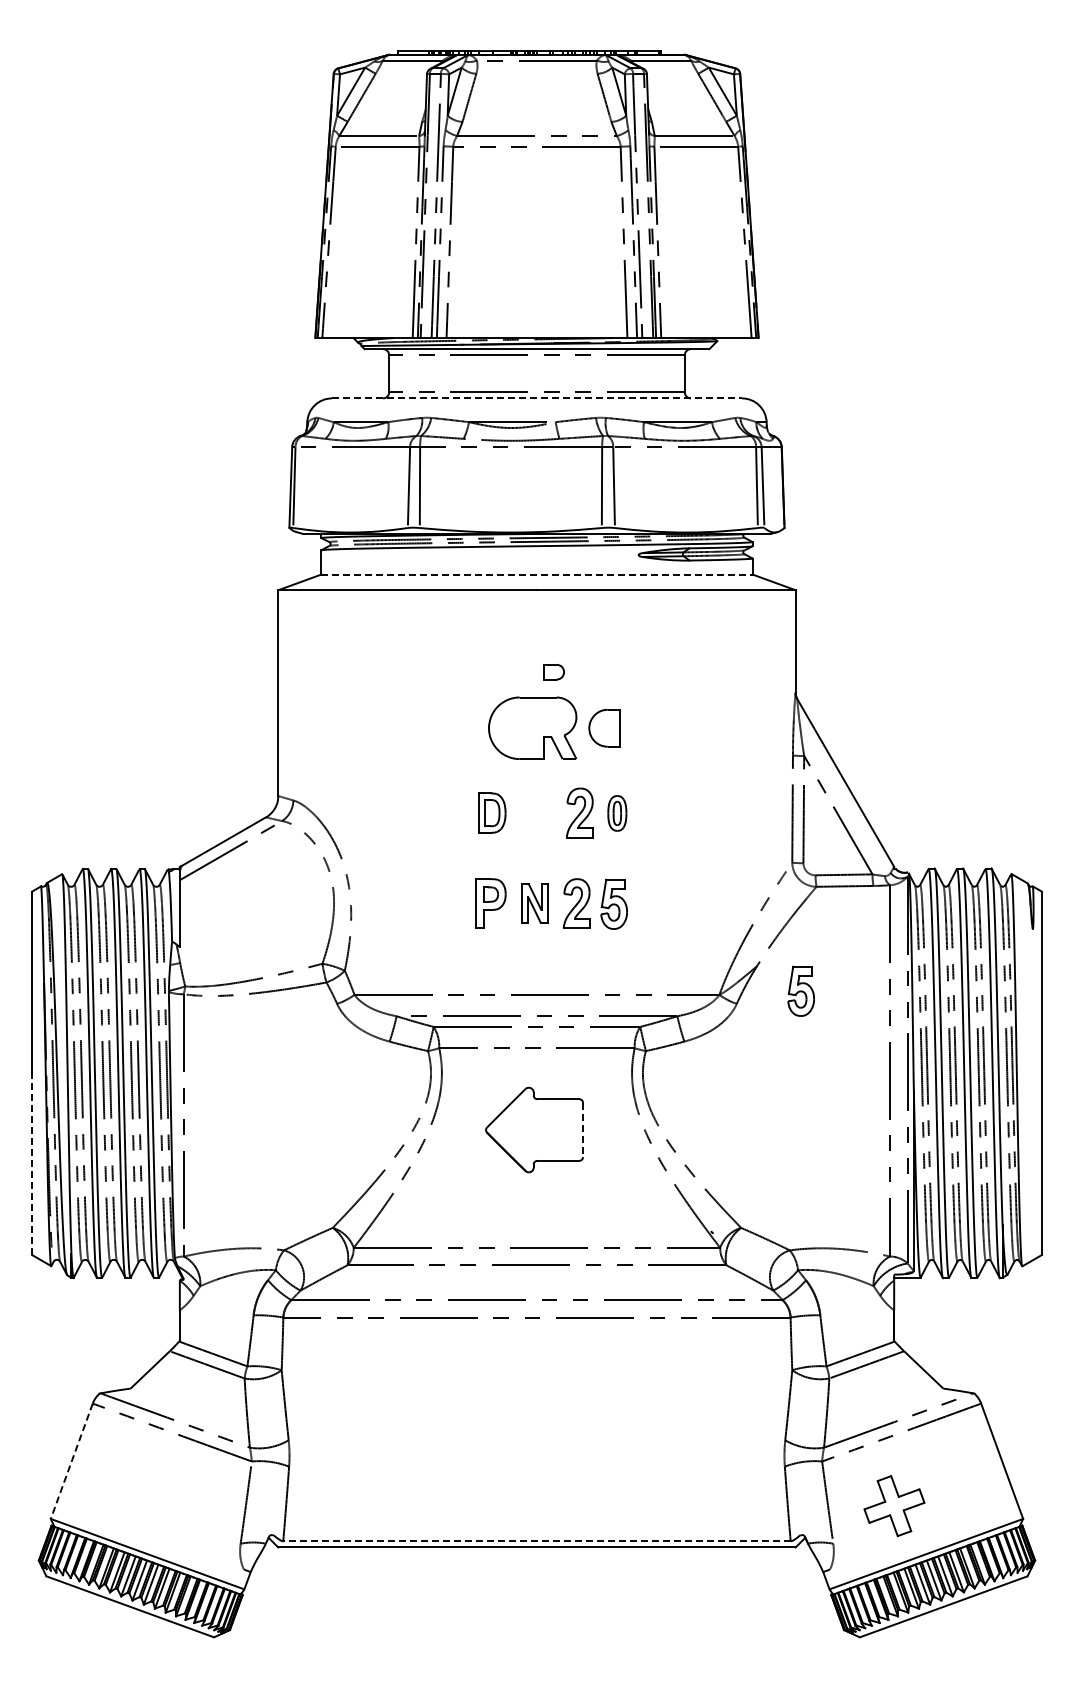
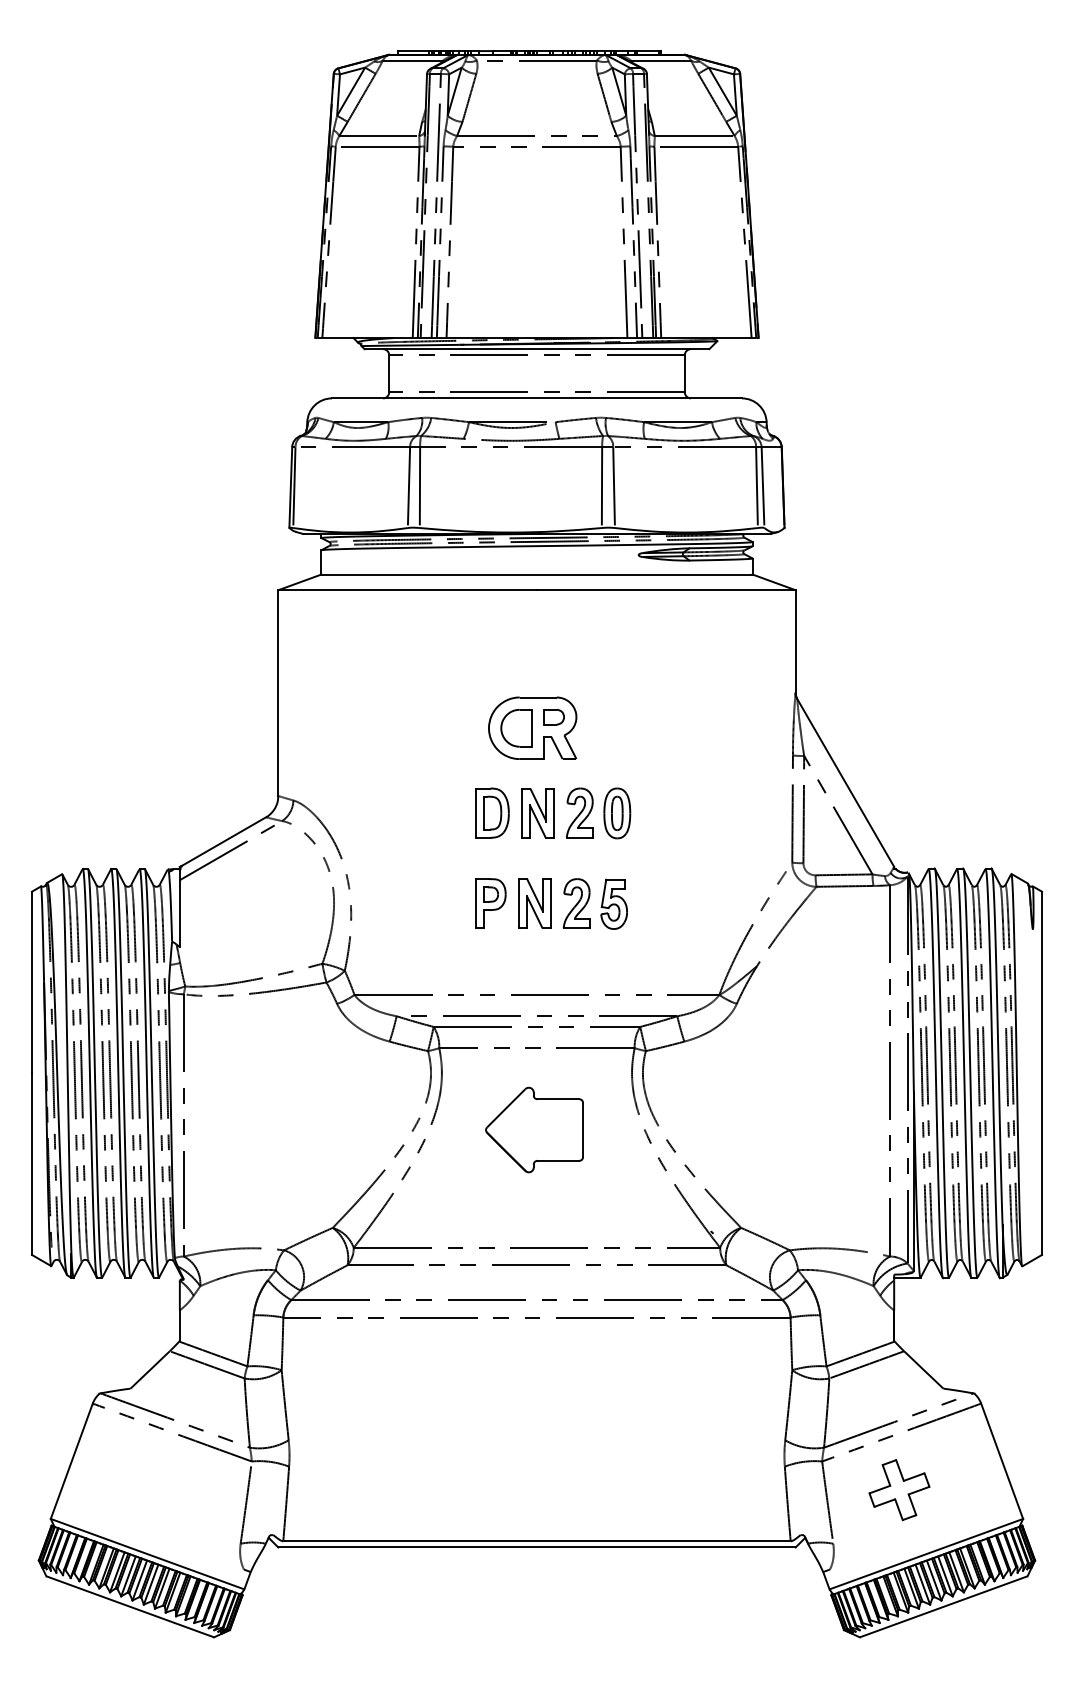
line at (537, 398): dashed -> solid
line at (537, 574): dashed -> solid
part at (553, 672) position: (553, 672) -> (553, 717)
part at (604, 728) position: (604, 728) -> (516, 728)
part at (492, 812) size: 29x42 px -> 35x52 px
part at (537, 813): none -> present
part at (617, 813) size: 21x37 px -> 29x53 px
part at (534, 903) size: 28x41 px -> 34x51 px
part at (800, 990): present -> none
line at (583, 1130): dashed -> solid
line at (32, 1164): dashed -> solid
line at (71, 1461): dashed -> solid
part at (894, 1506) position: (894, 1506) -> (899, 1490)
line at (536, 1541): dashed -> solid
